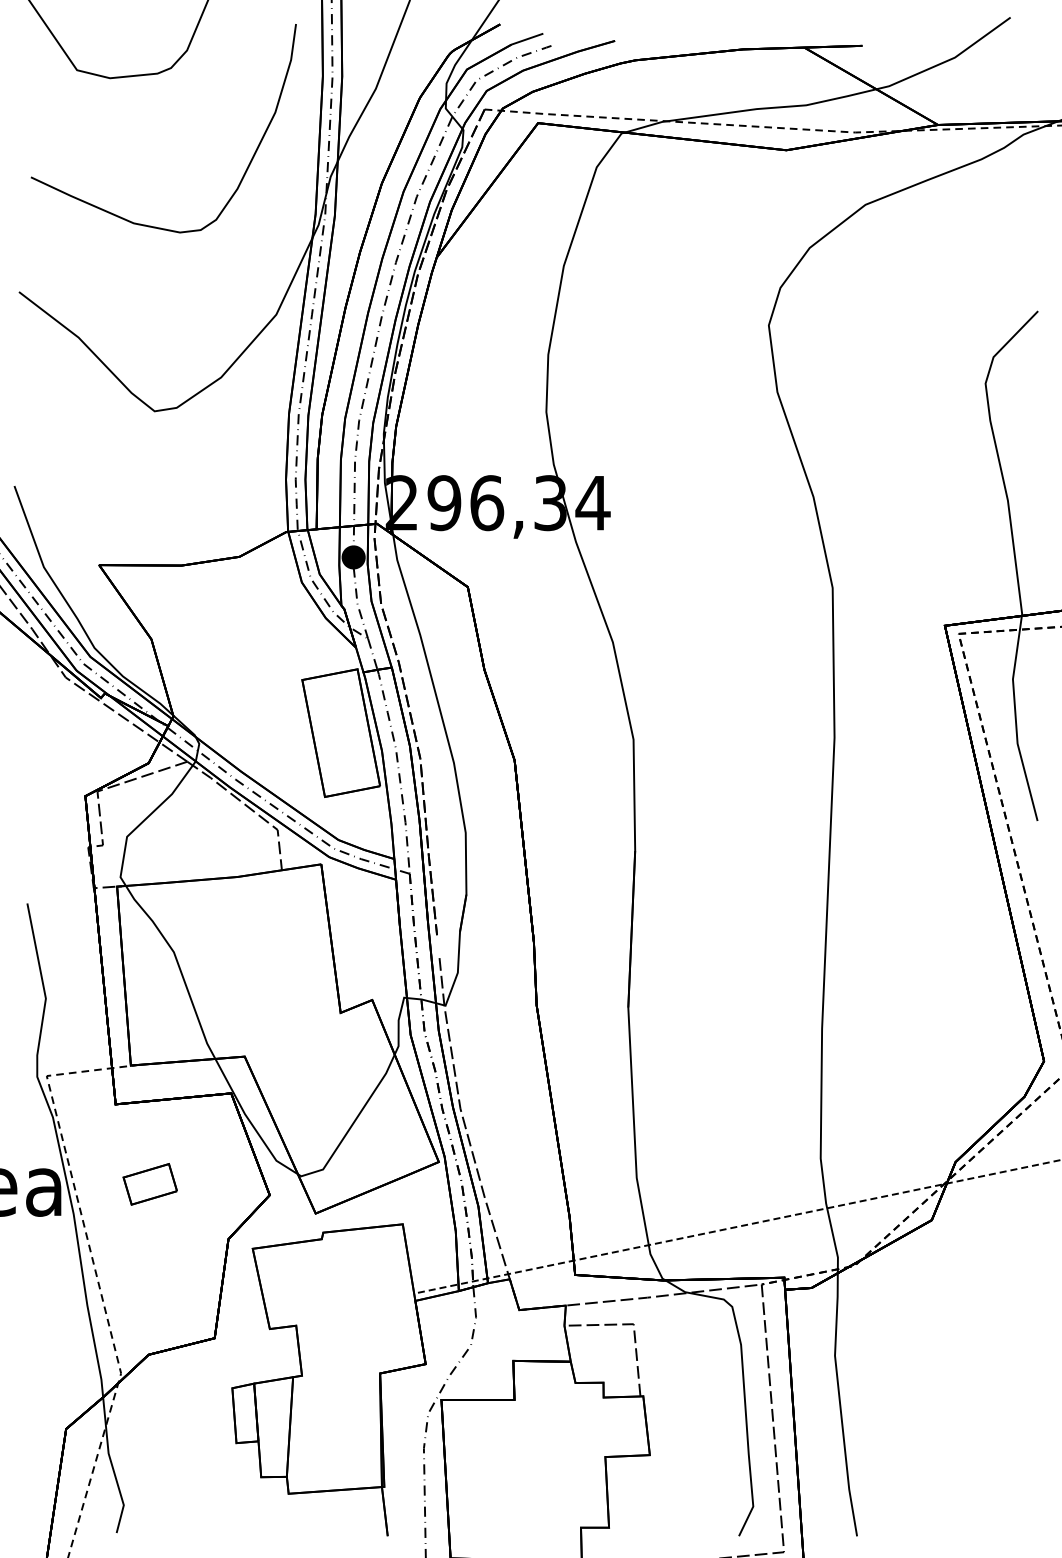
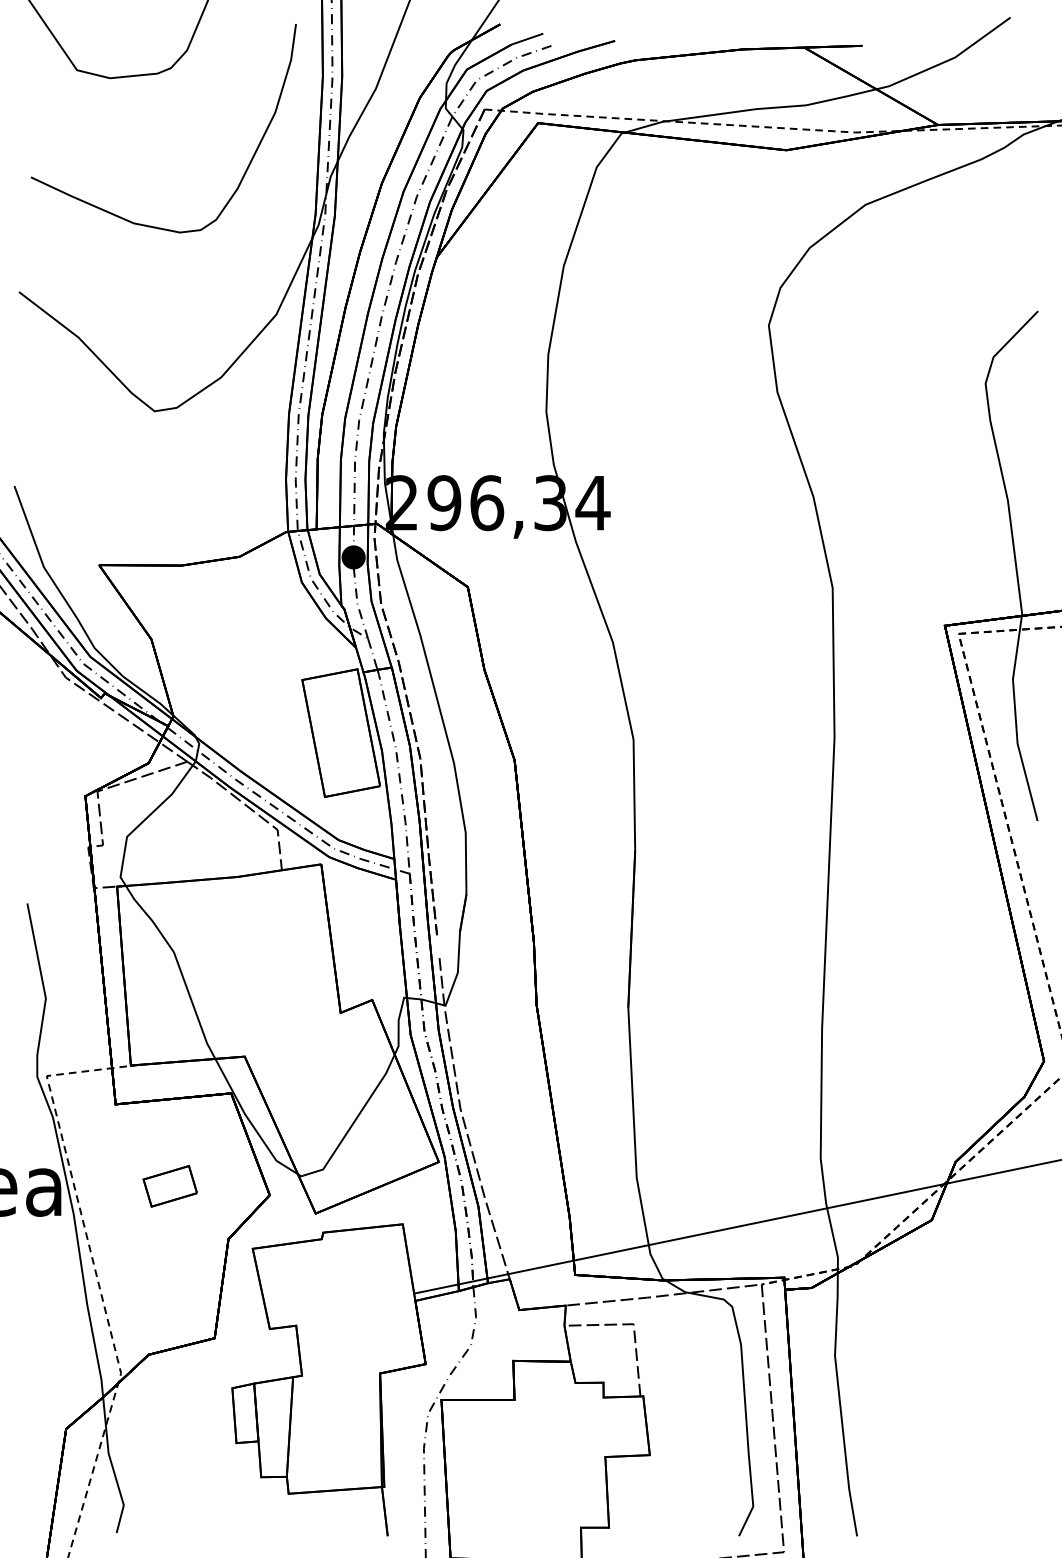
part at (149, 1184) position: (149, 1184) -> (169, 1186)
line at (737, 1226): dashed -> solid
